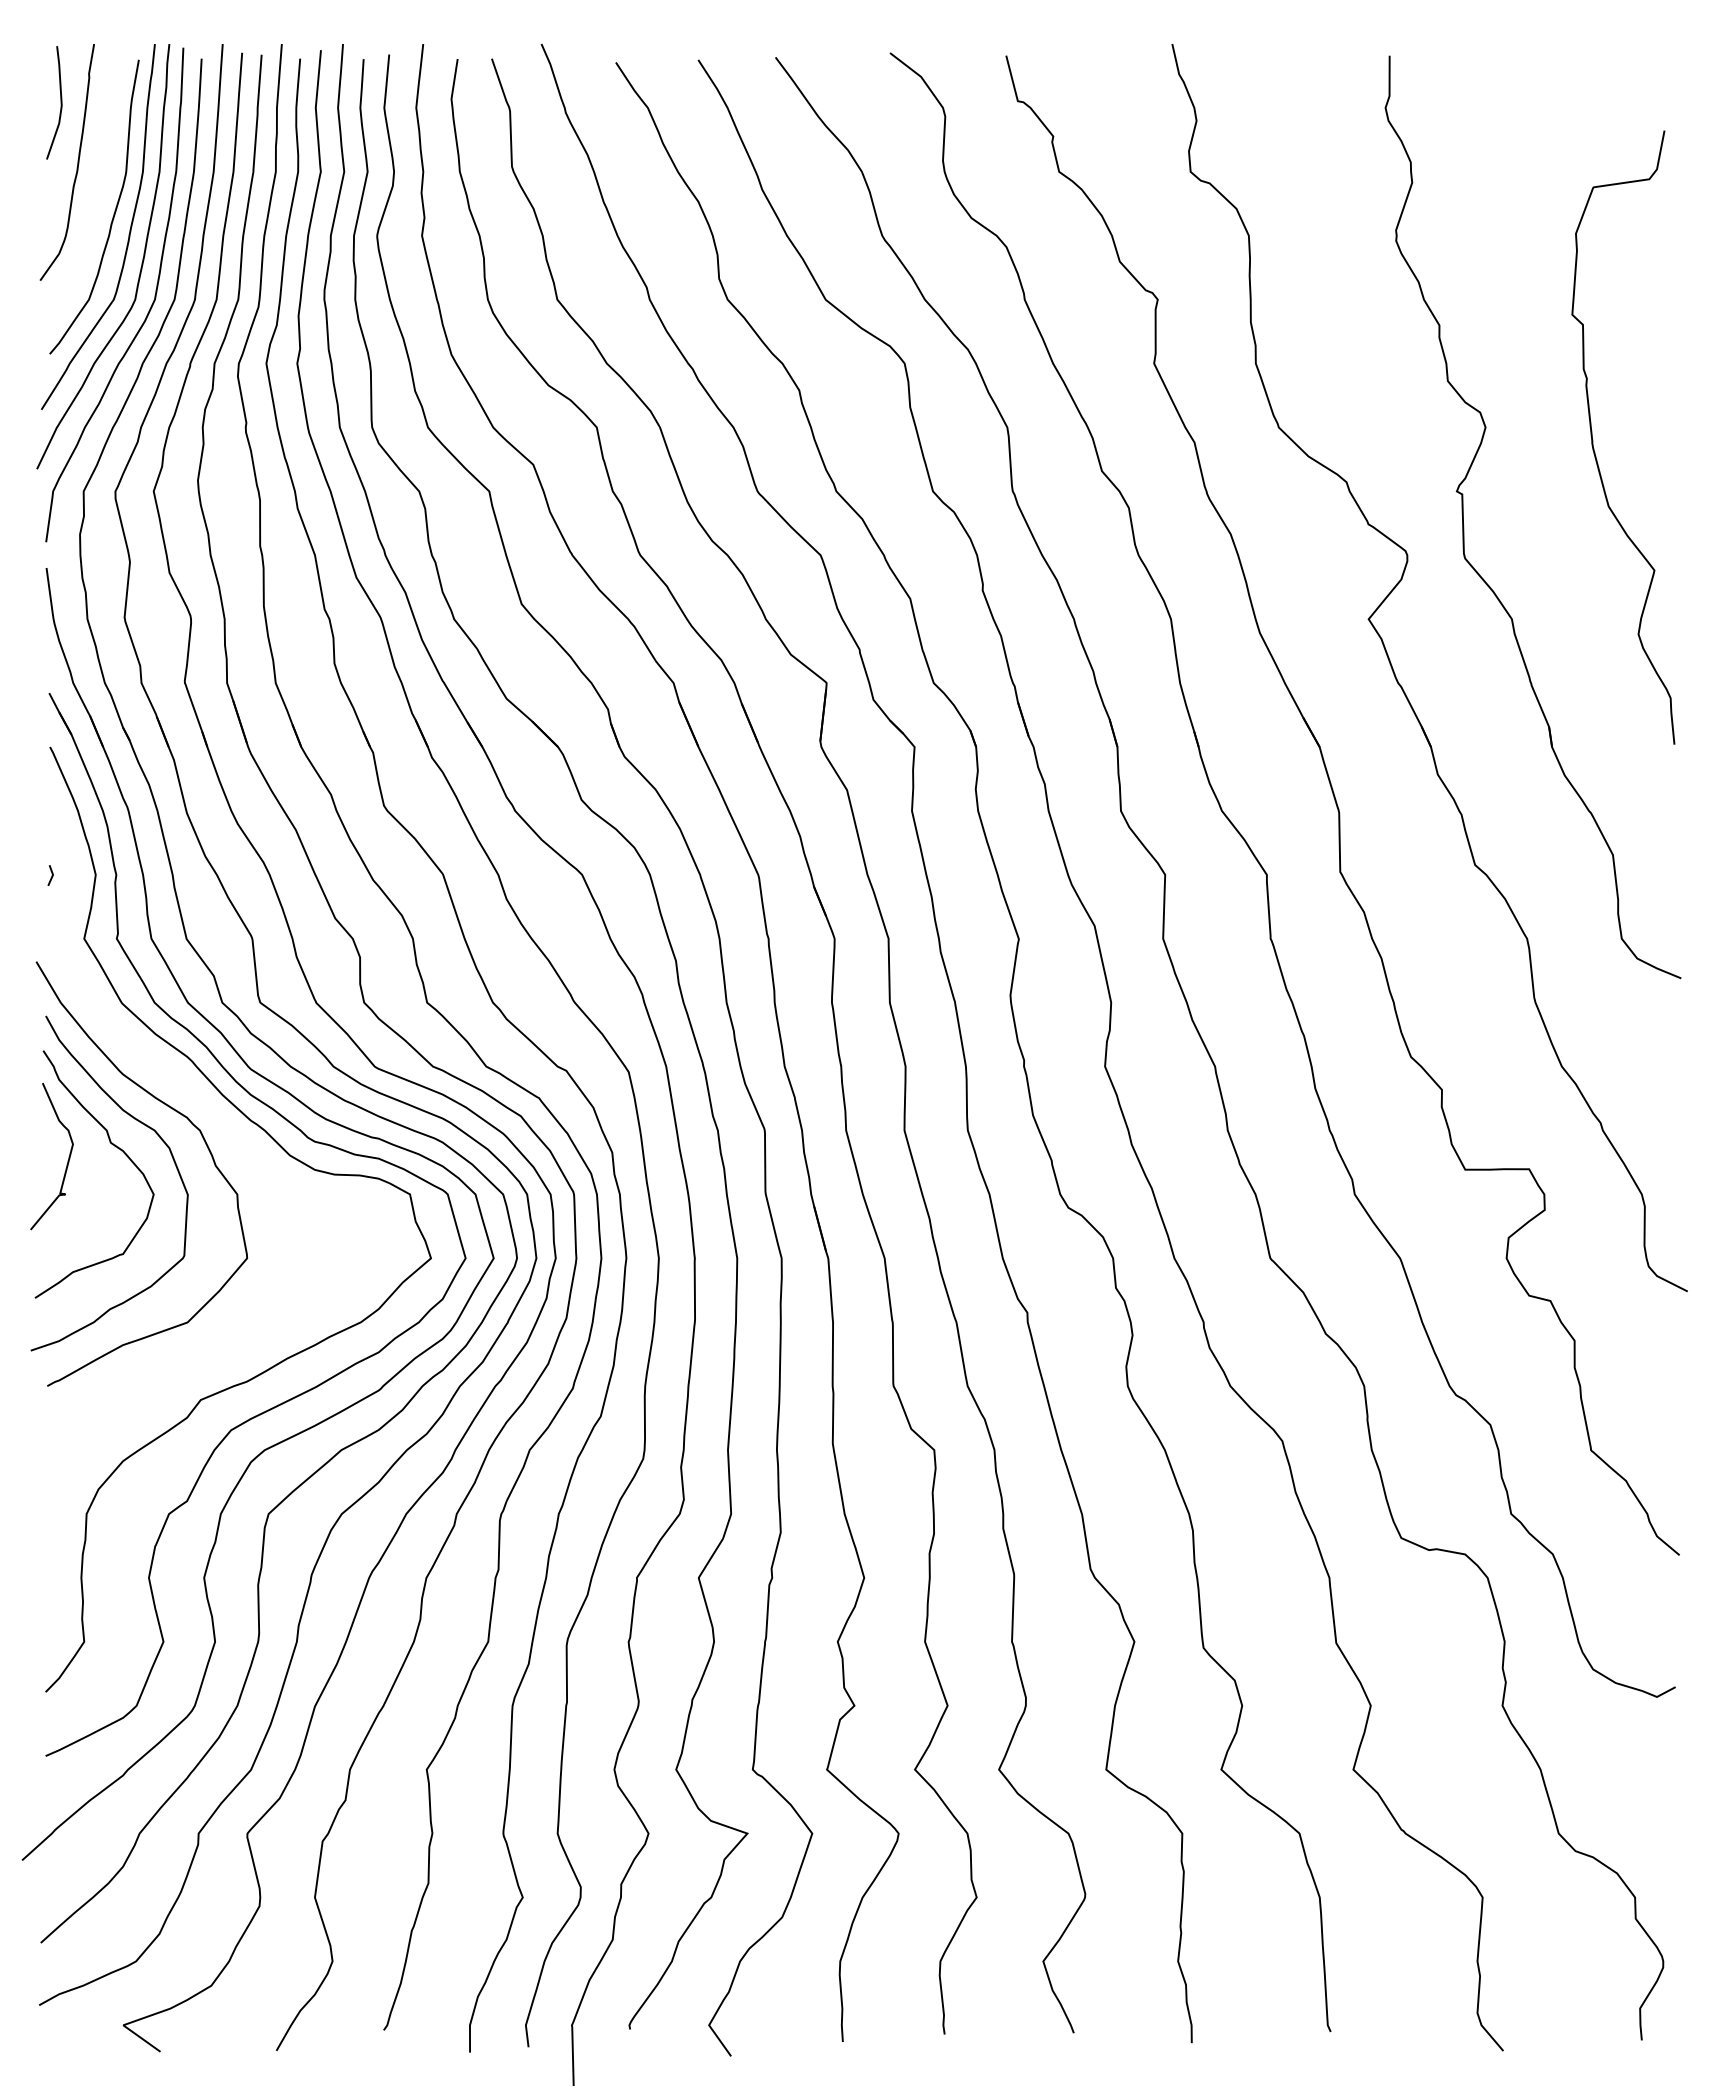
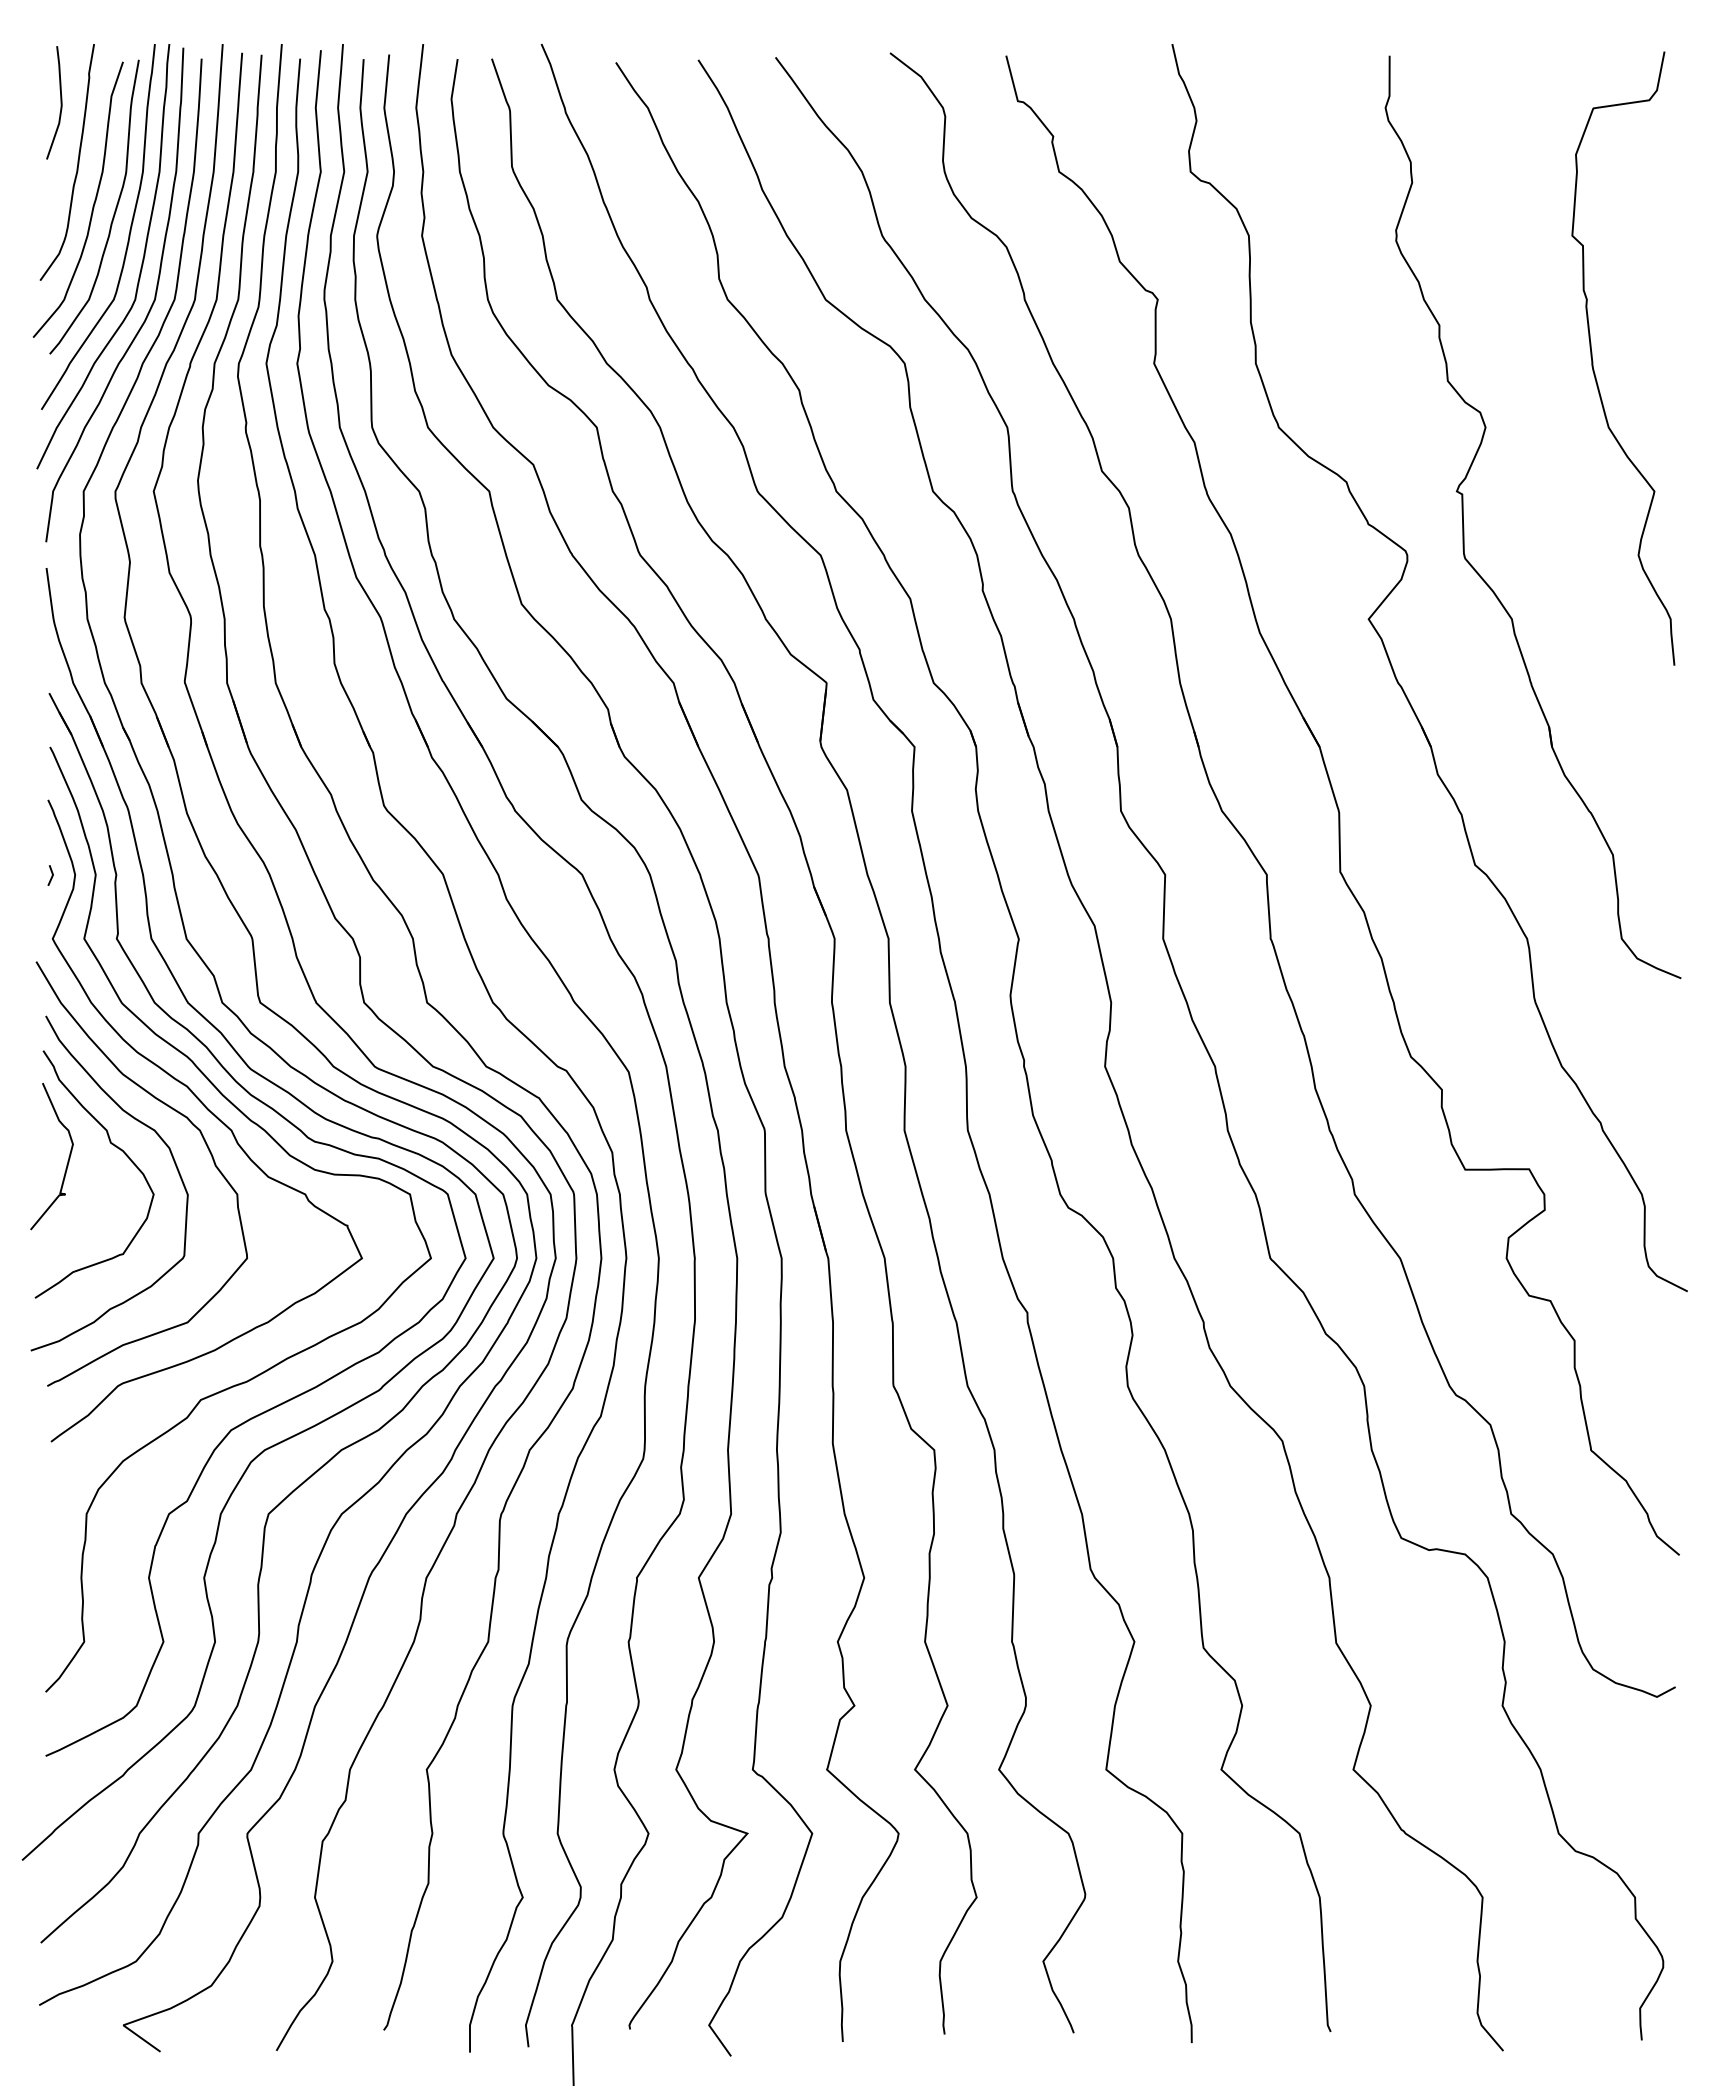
curve at (93, 202): none -> present
curve at (1593, 440) position: (1593, 440) -> (1593, 361)
curve at (209, 1112): none -> present
